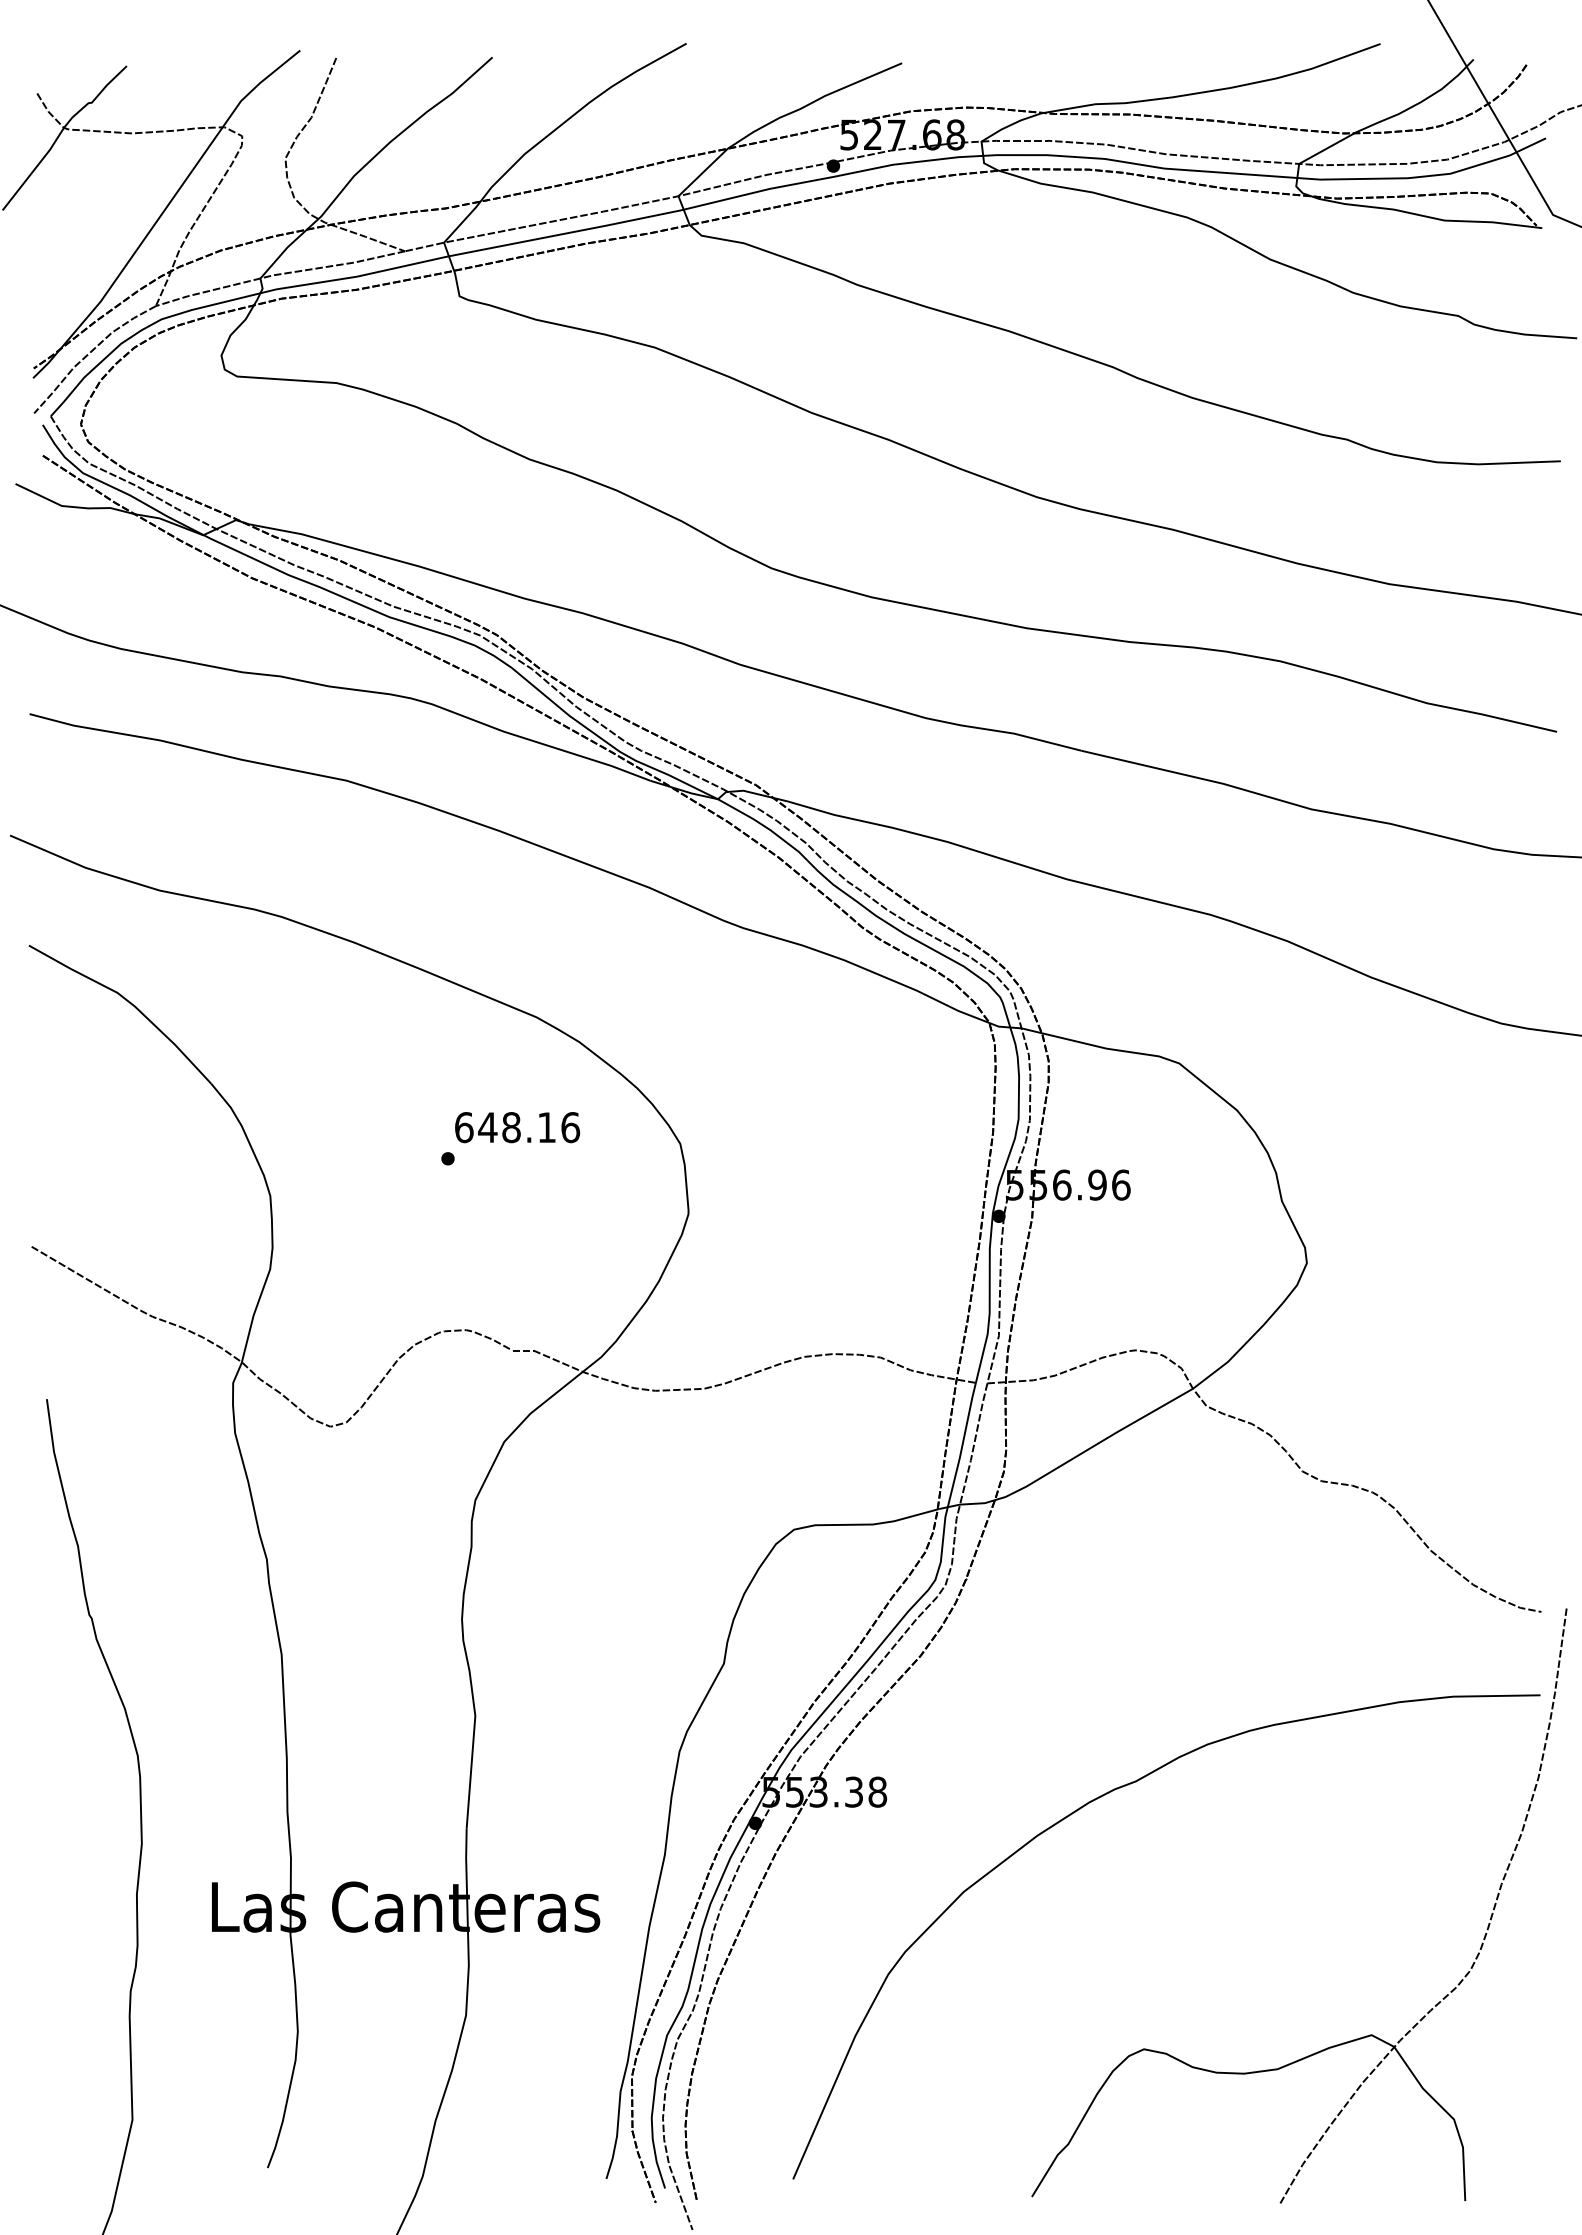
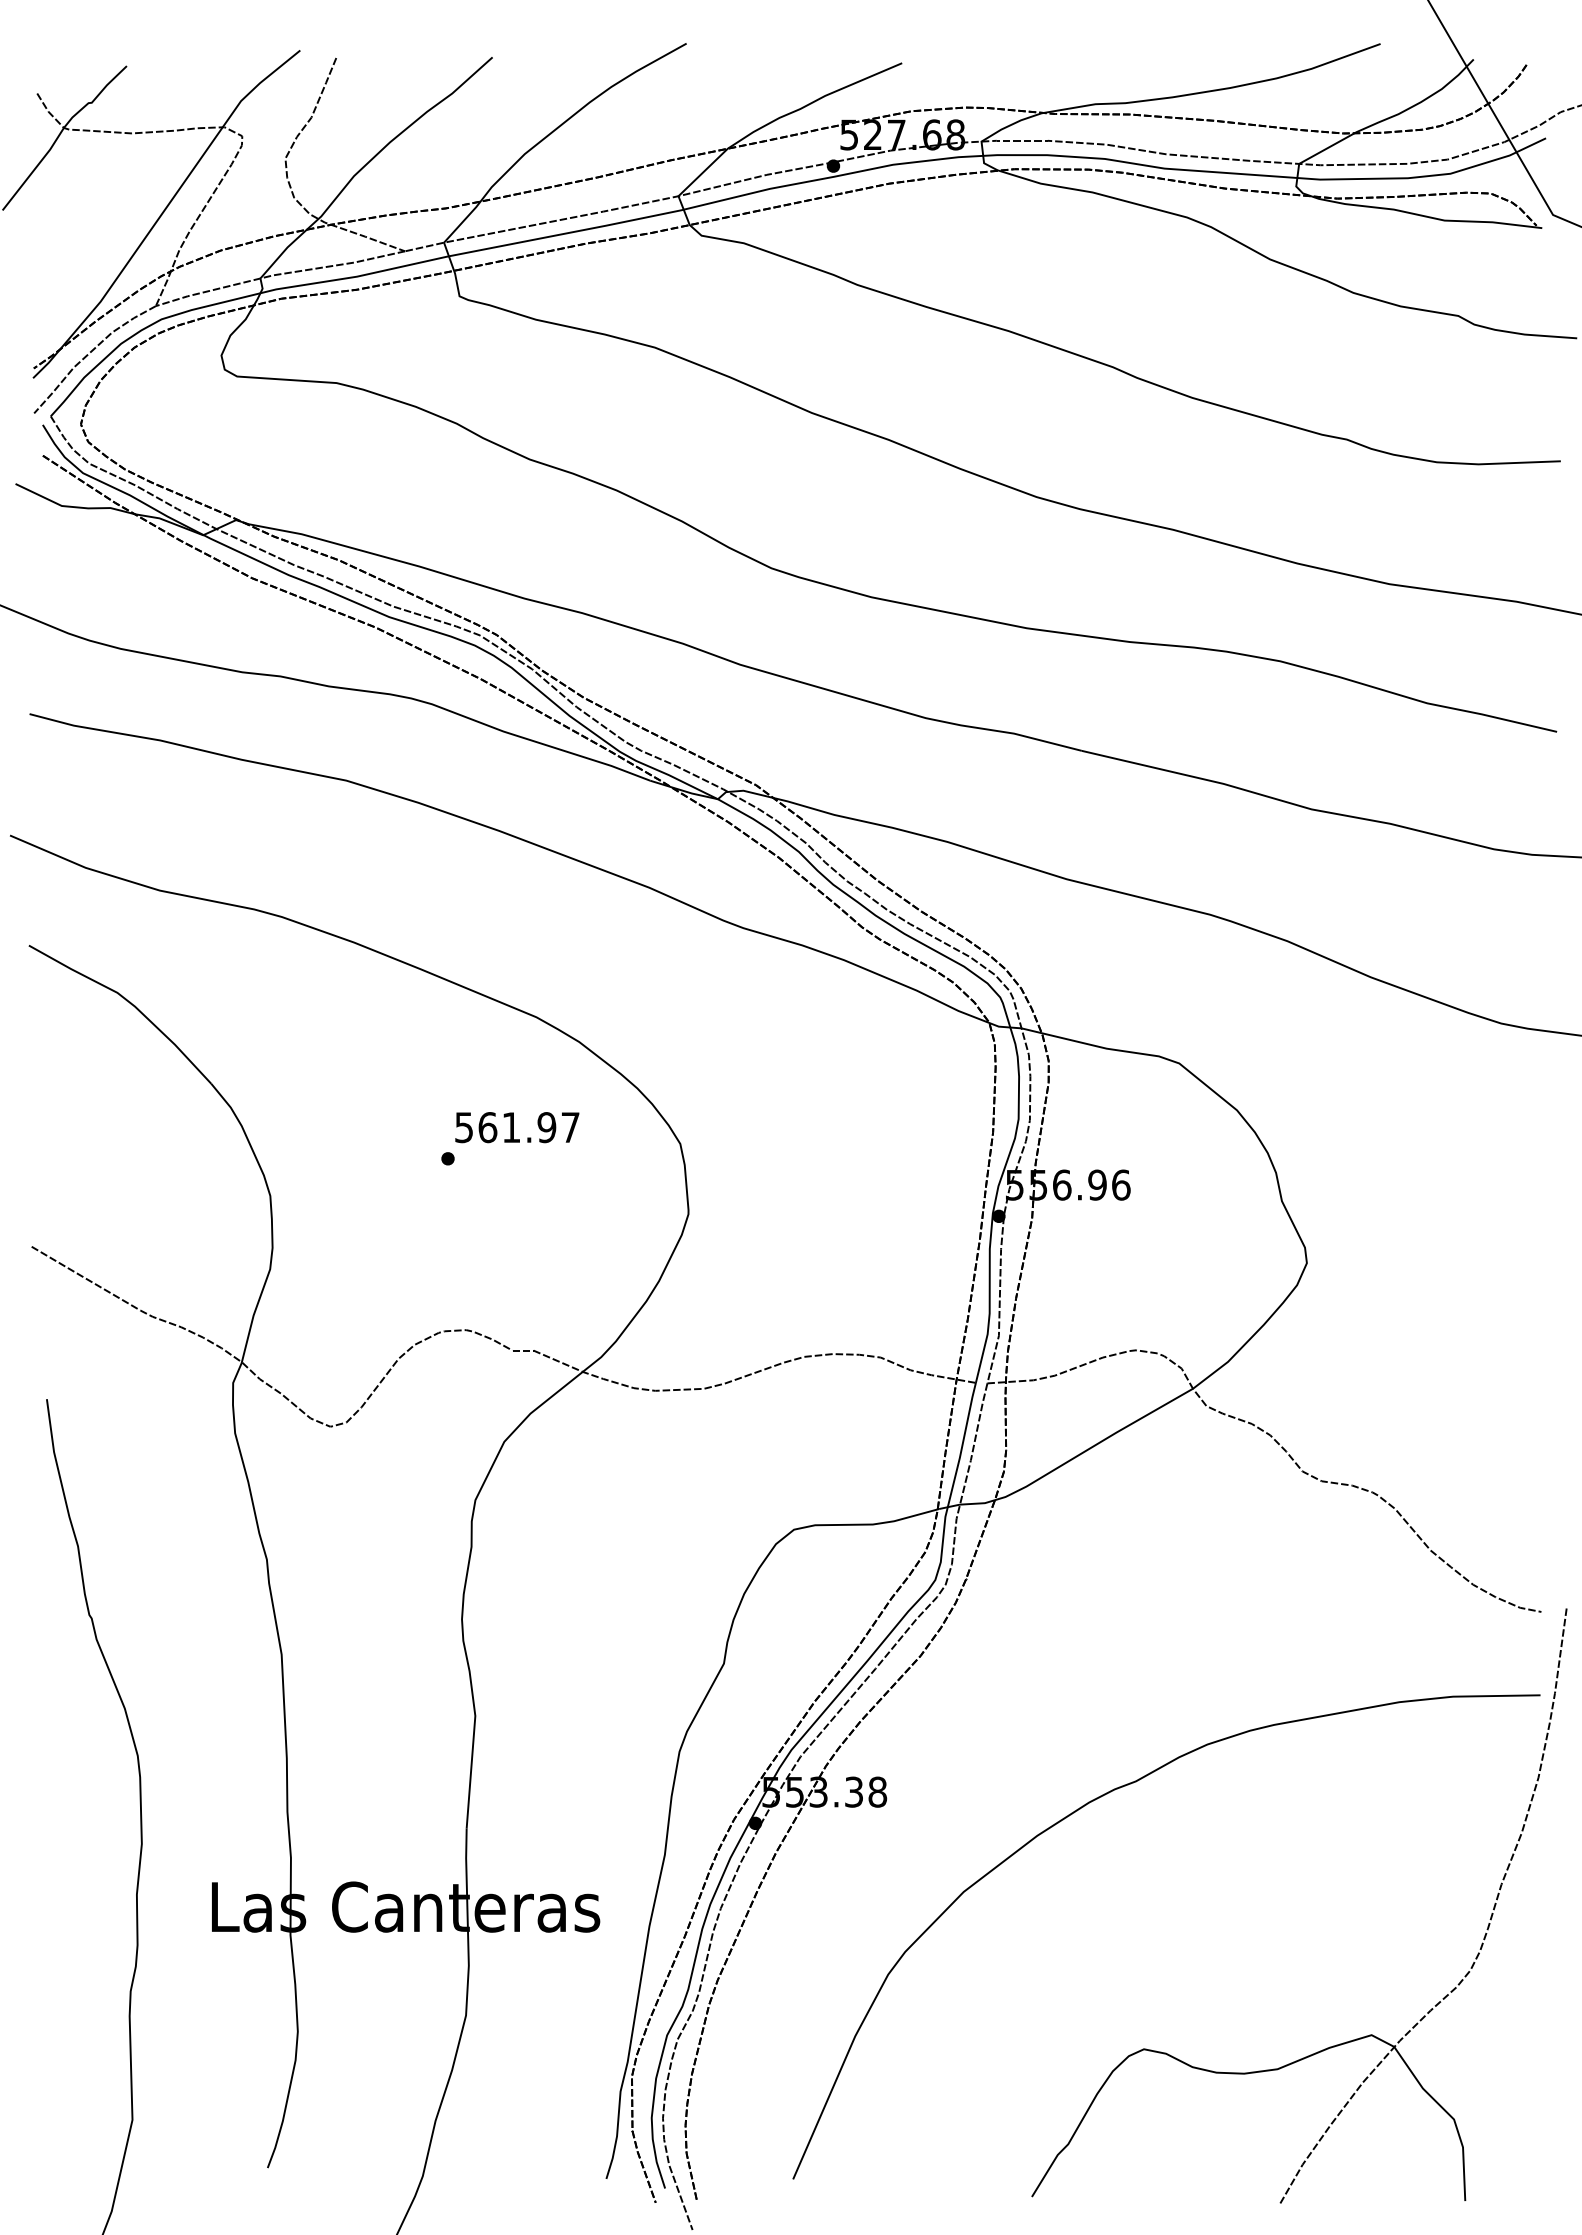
text at (517, 1127): 648.16 -> 561.97
